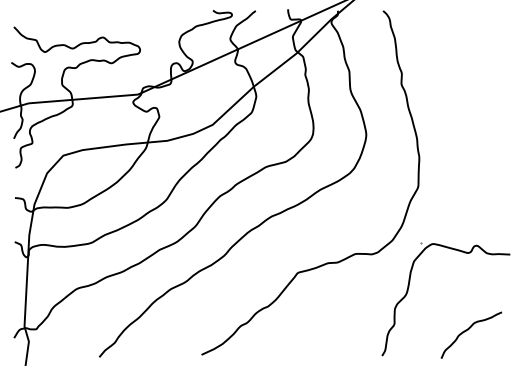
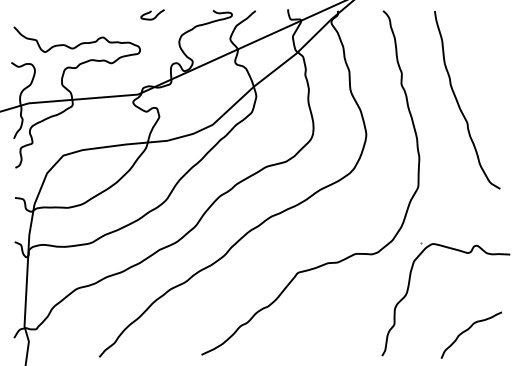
curve at (151, 12): none -> present
curve at (459, 104): none -> present
